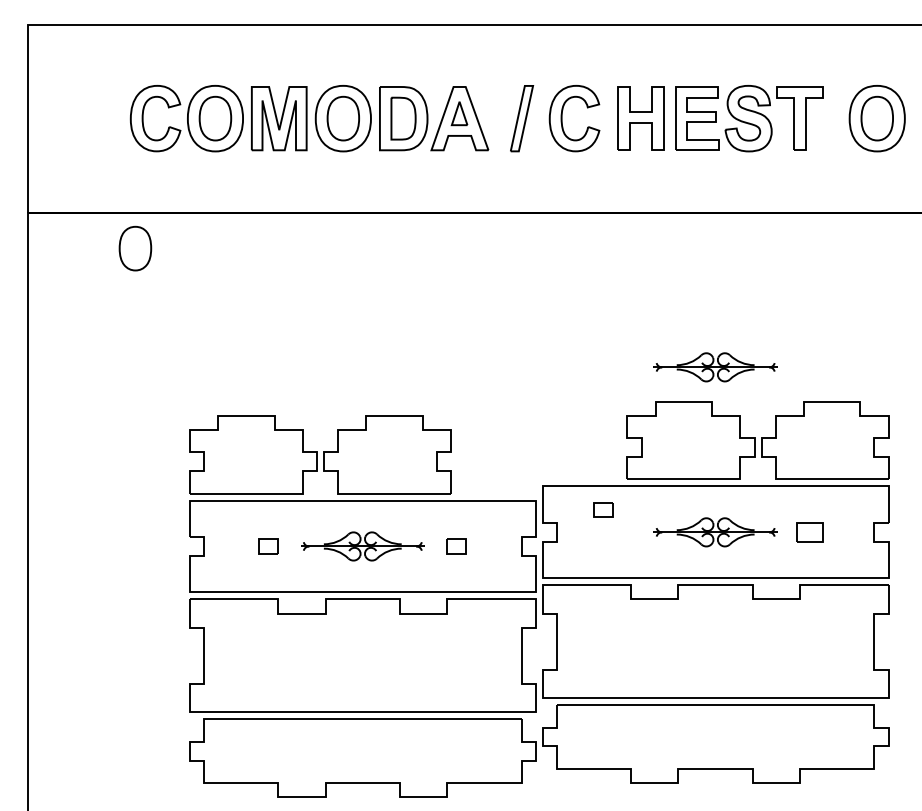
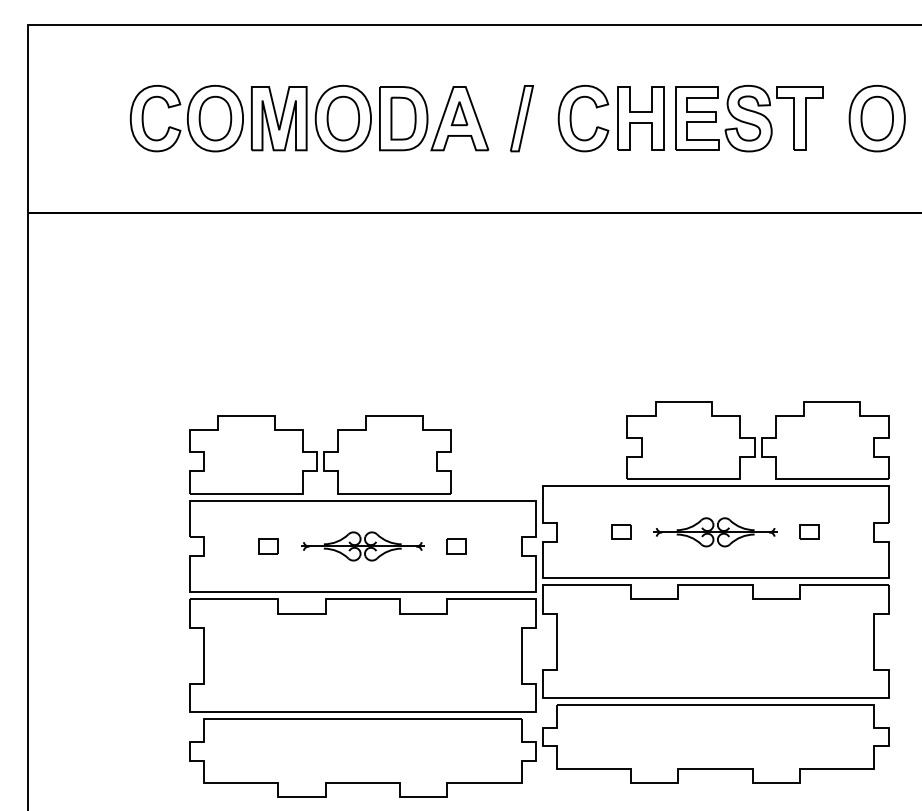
part at (562, 118) position: (562, 118) -> (571, 118)
part at (135, 248): present -> none
part at (715, 367): present -> none
part at (603, 509) position: (603, 509) -> (621, 531)
part at (809, 532) size: 28x21 px -> 21x16 px
